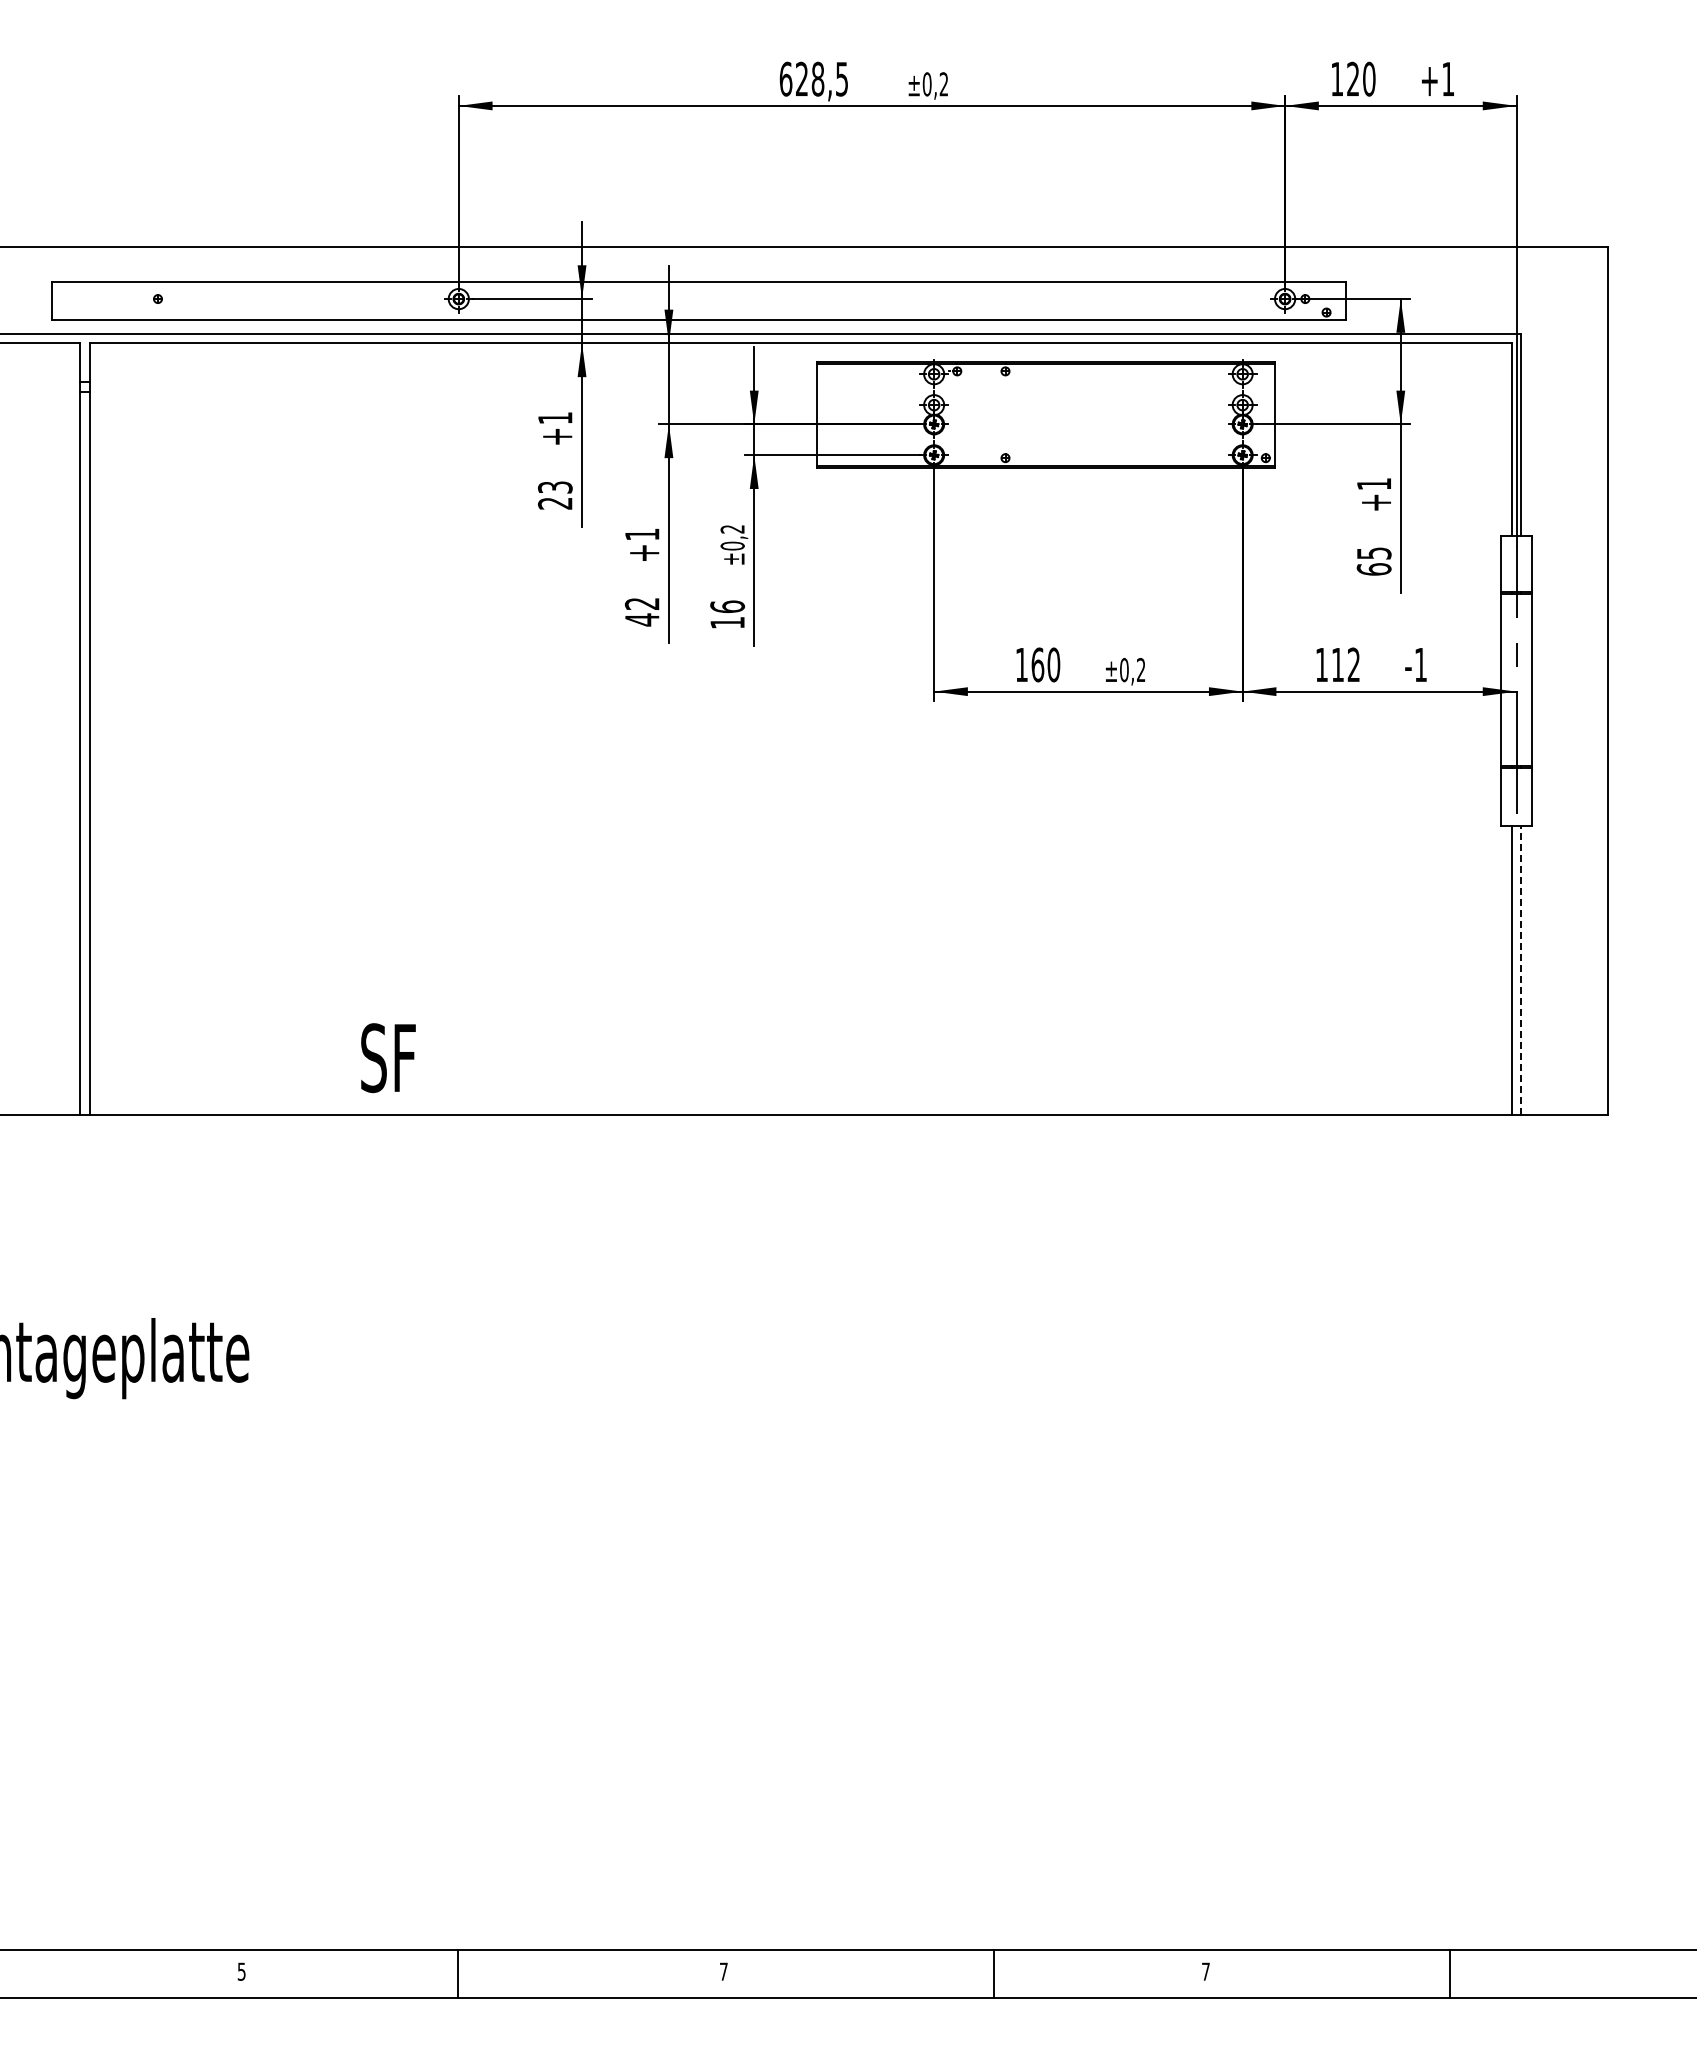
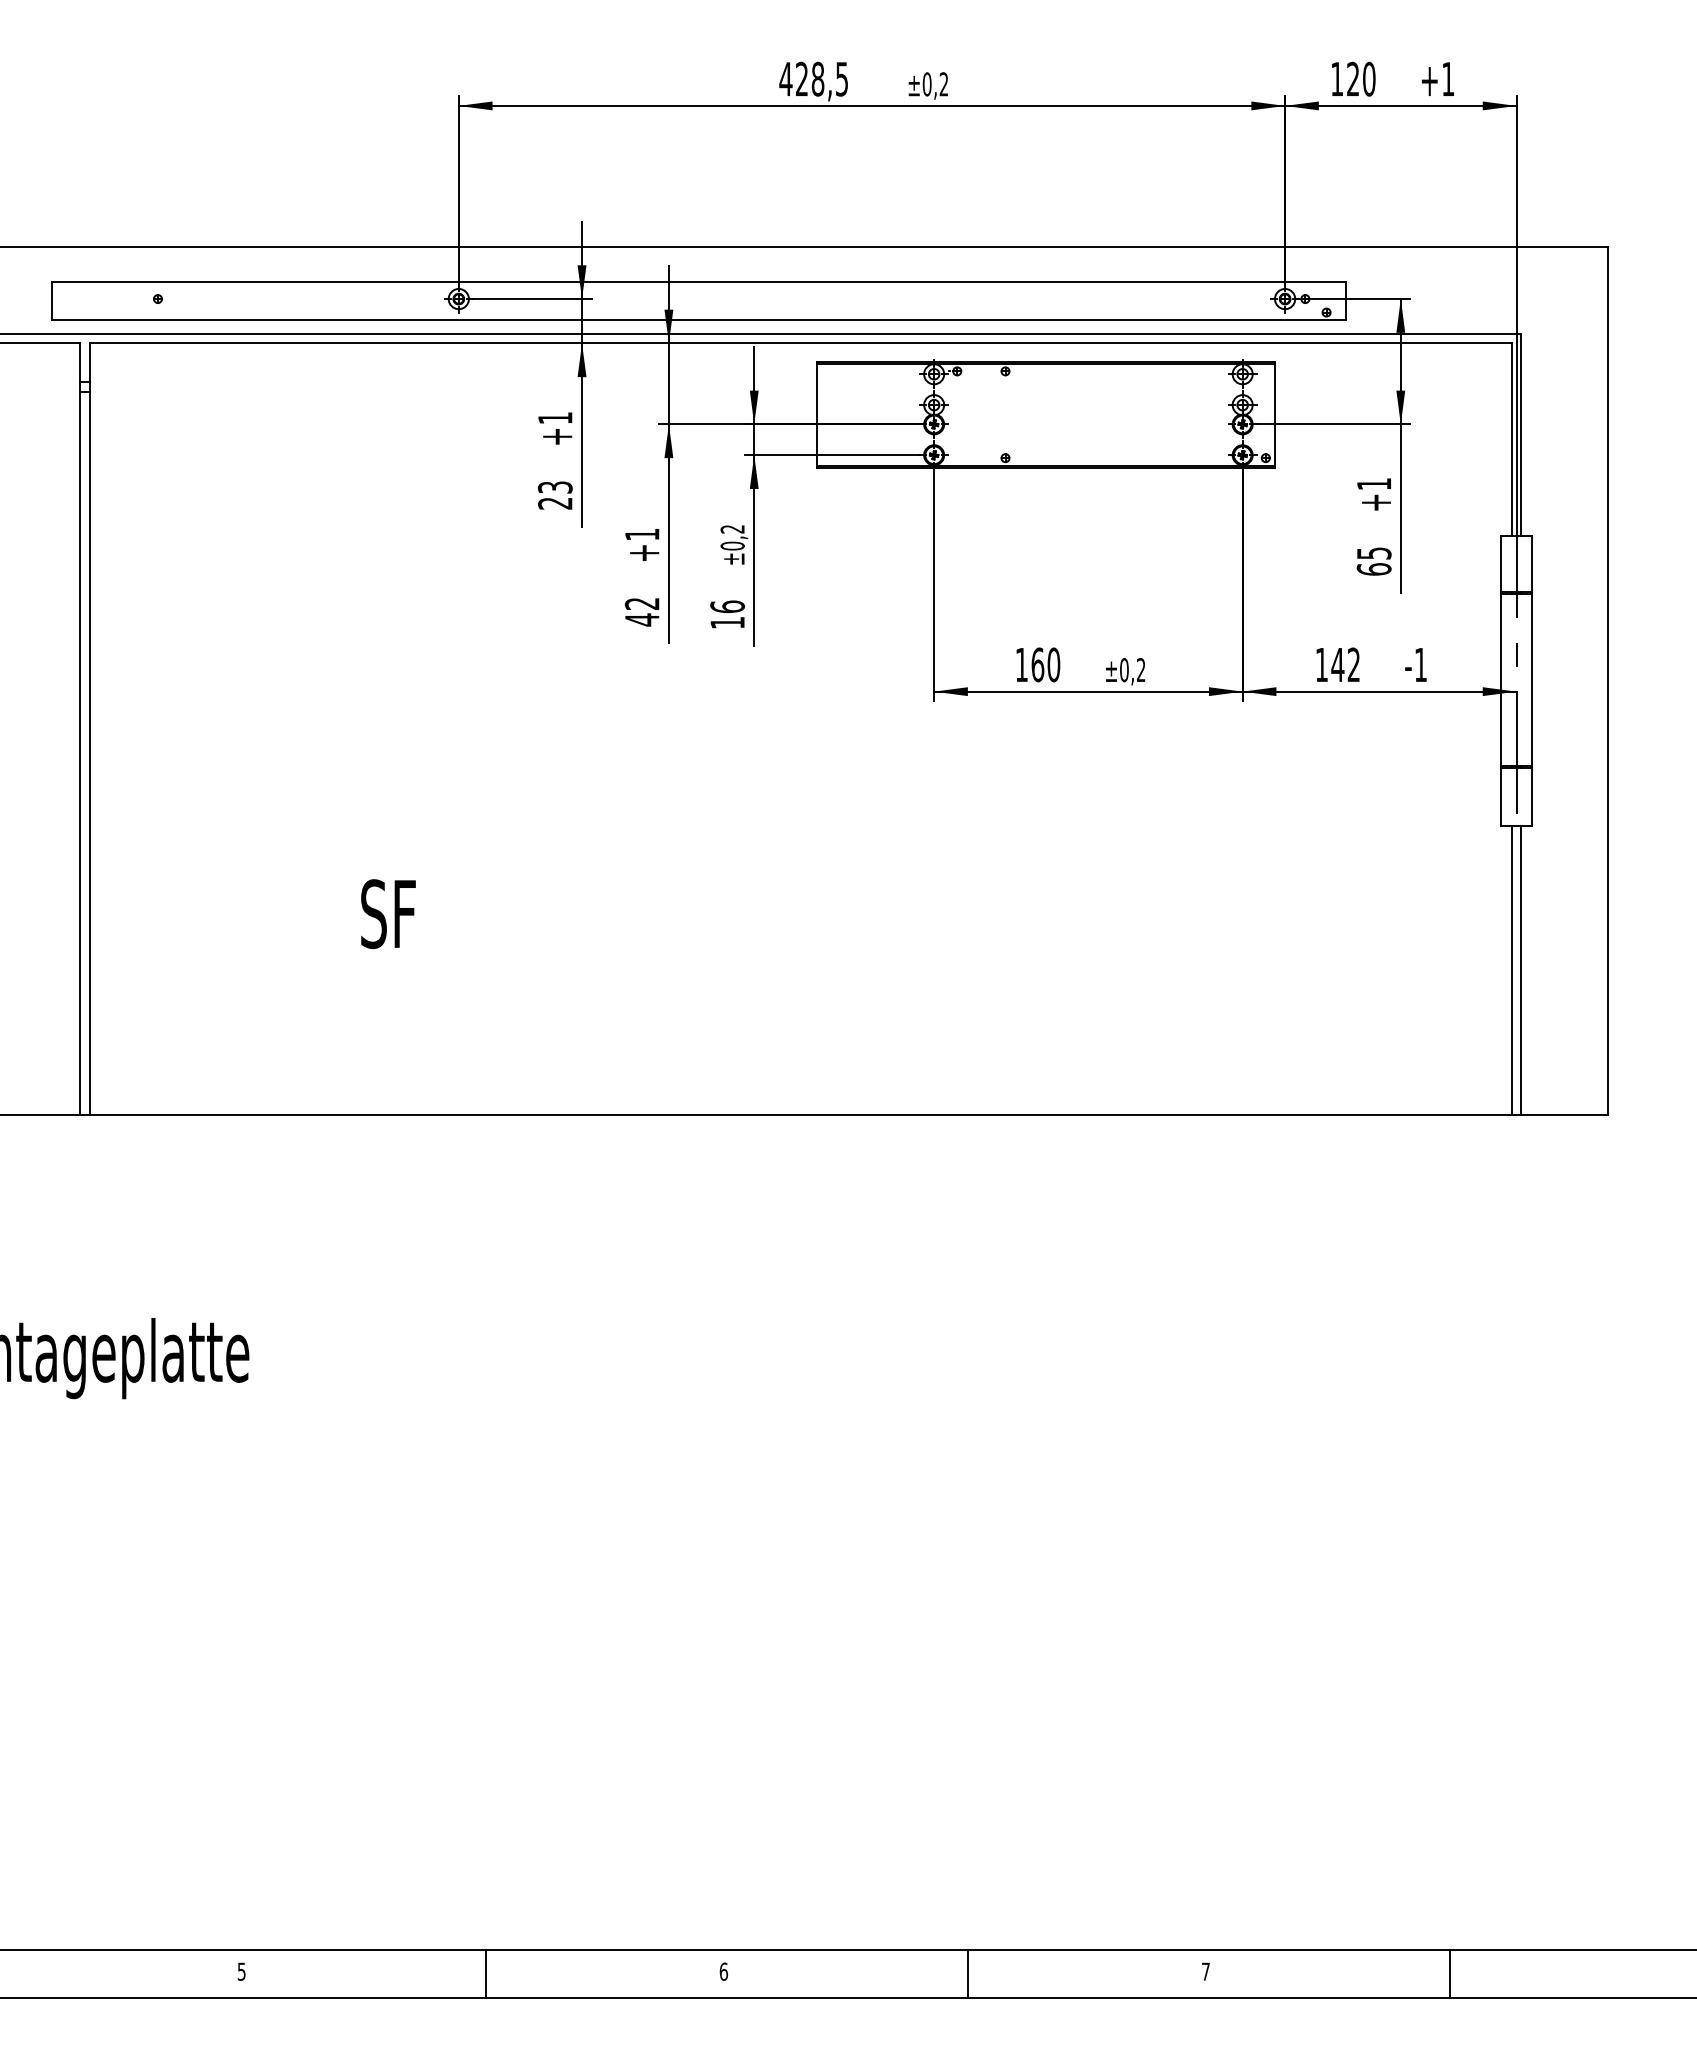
text at (785, 78): 628,5 -> 428,5
text at (1337, 664): 112 -> 142
line at (1521, 970): dashed -> solid
text at (388, 1058) position: (388, 1058) -> (388, 914)
text at (723, 1971): 7 -> 6
line at (457, 1973) position: (457, 1973) -> (485, 1973)
line at (993, 1973) position: (993, 1973) -> (967, 1973)
